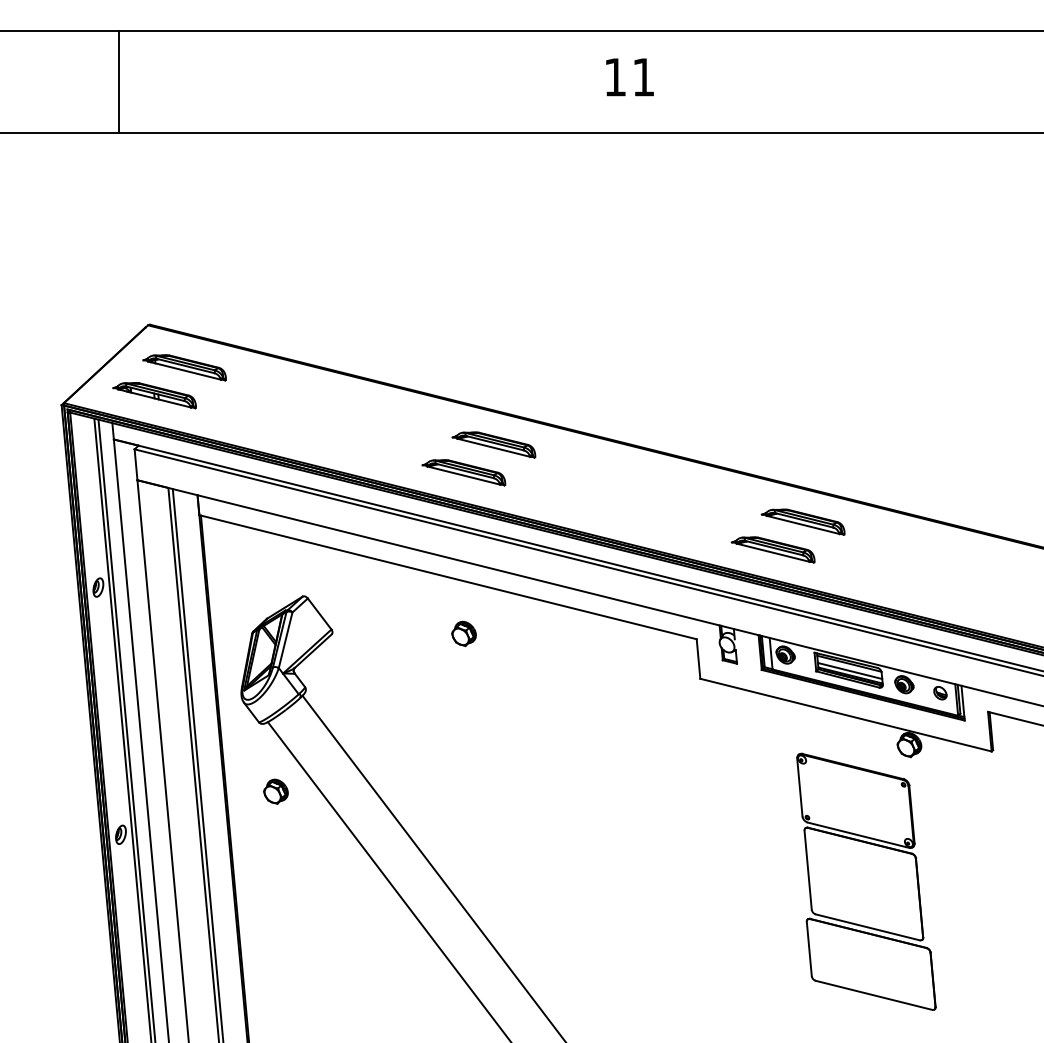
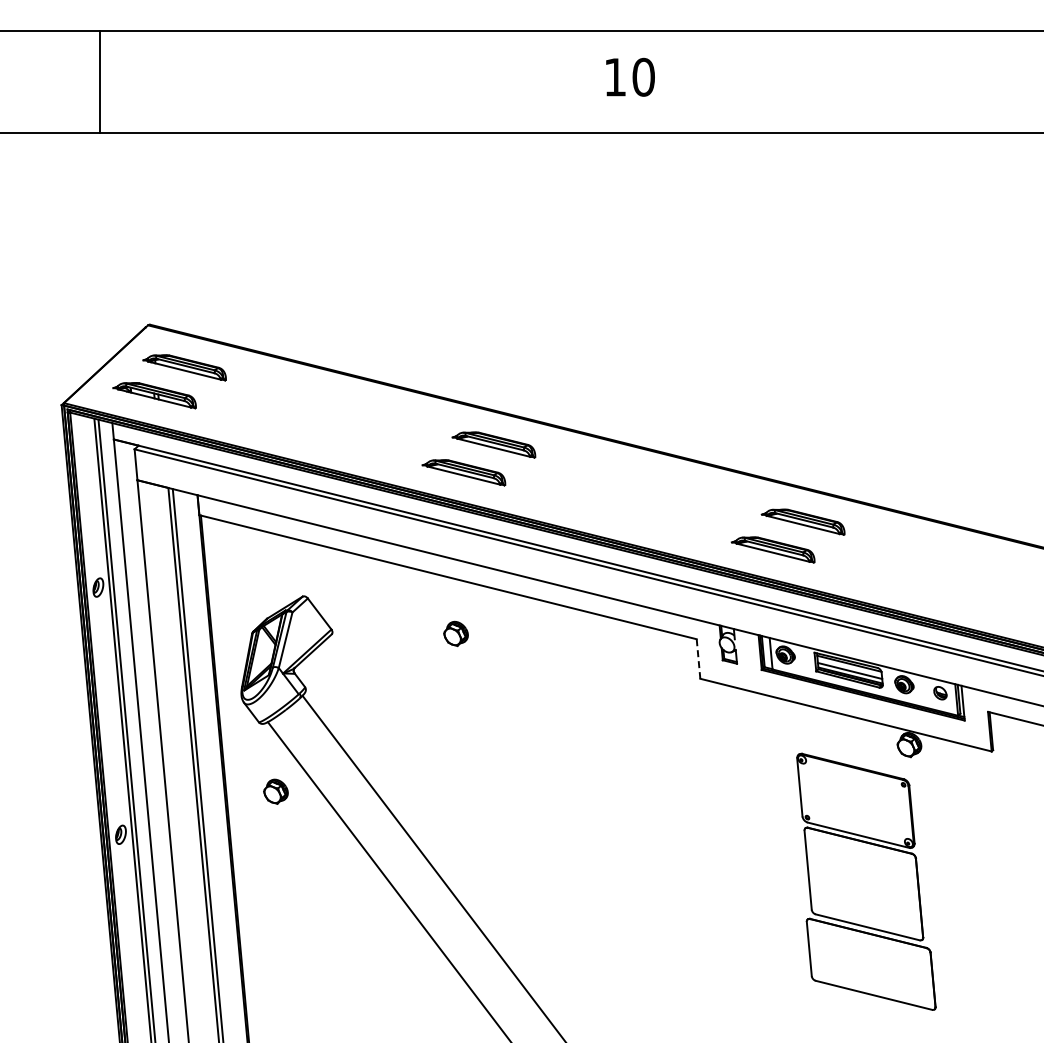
text at (643, 76): 11 -> 10
line at (118, 82) position: (118, 82) -> (99, 82)
part at (463, 633) position: (463, 633) -> (455, 633)
line at (698, 659): solid -> dashed
